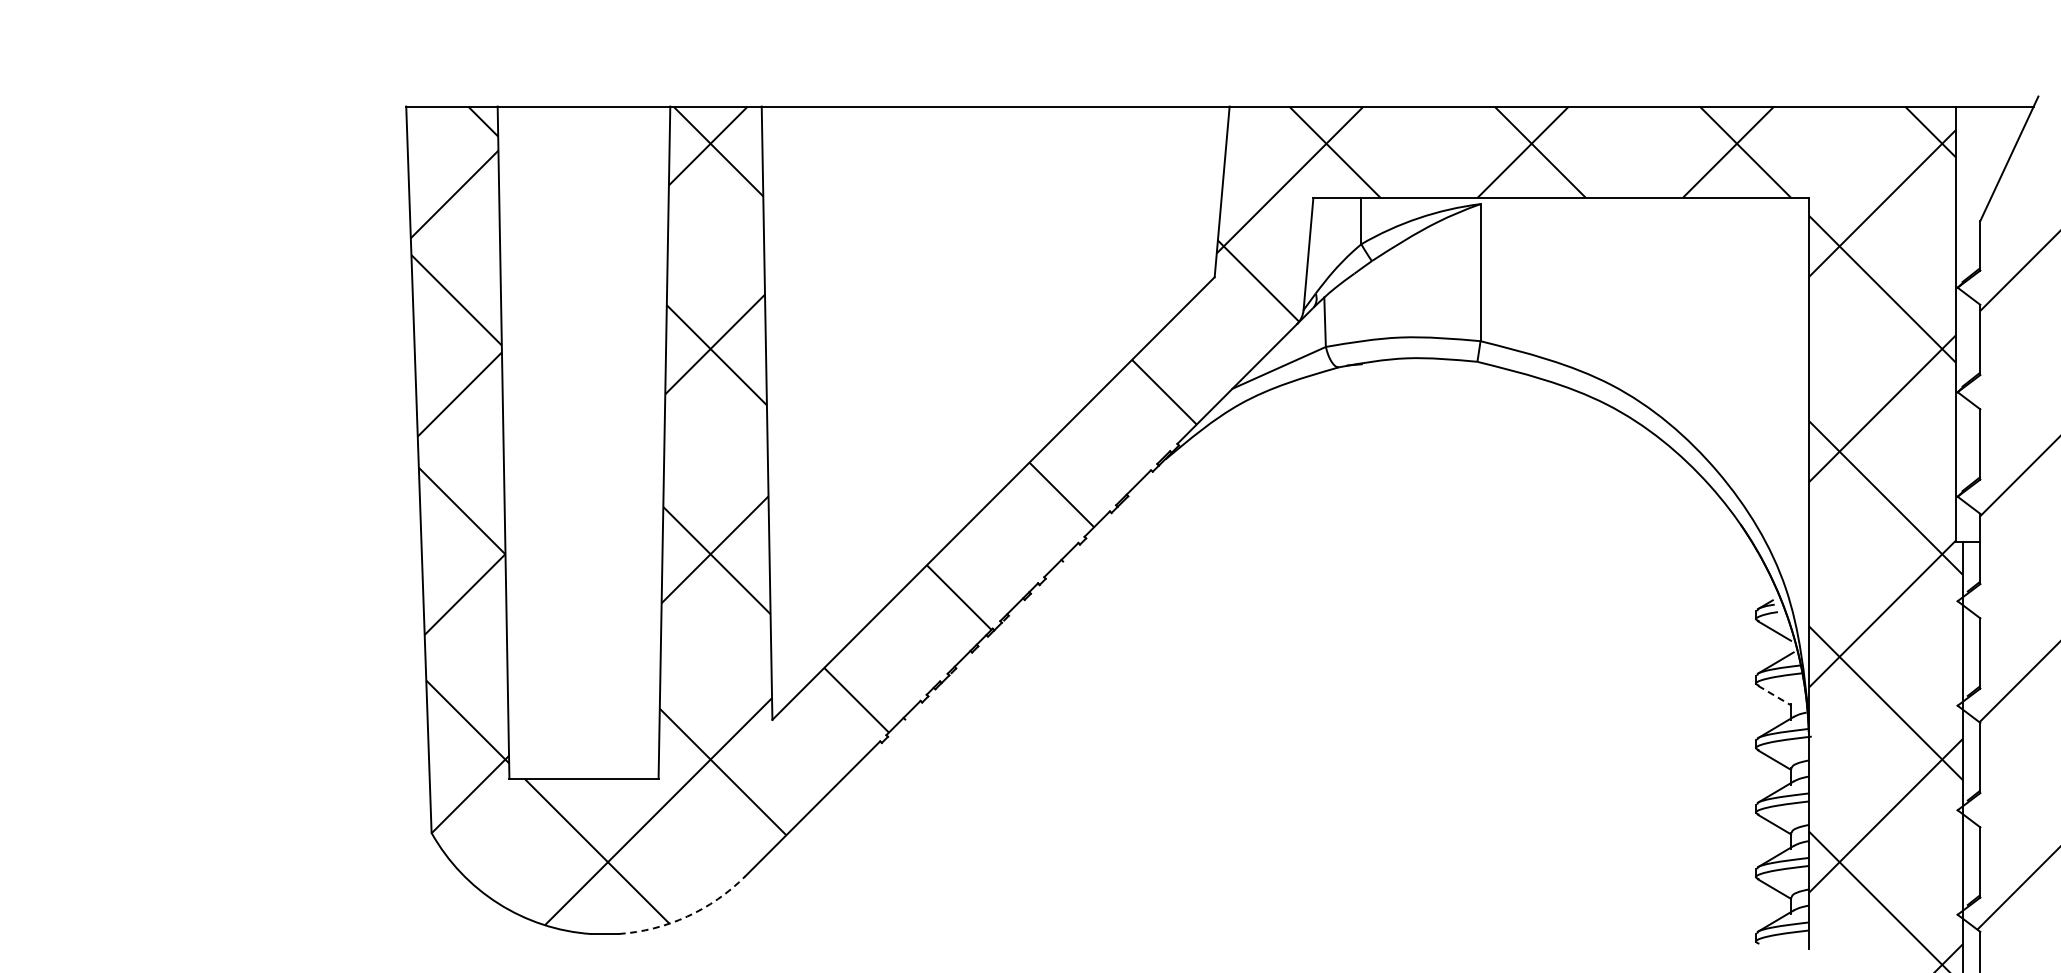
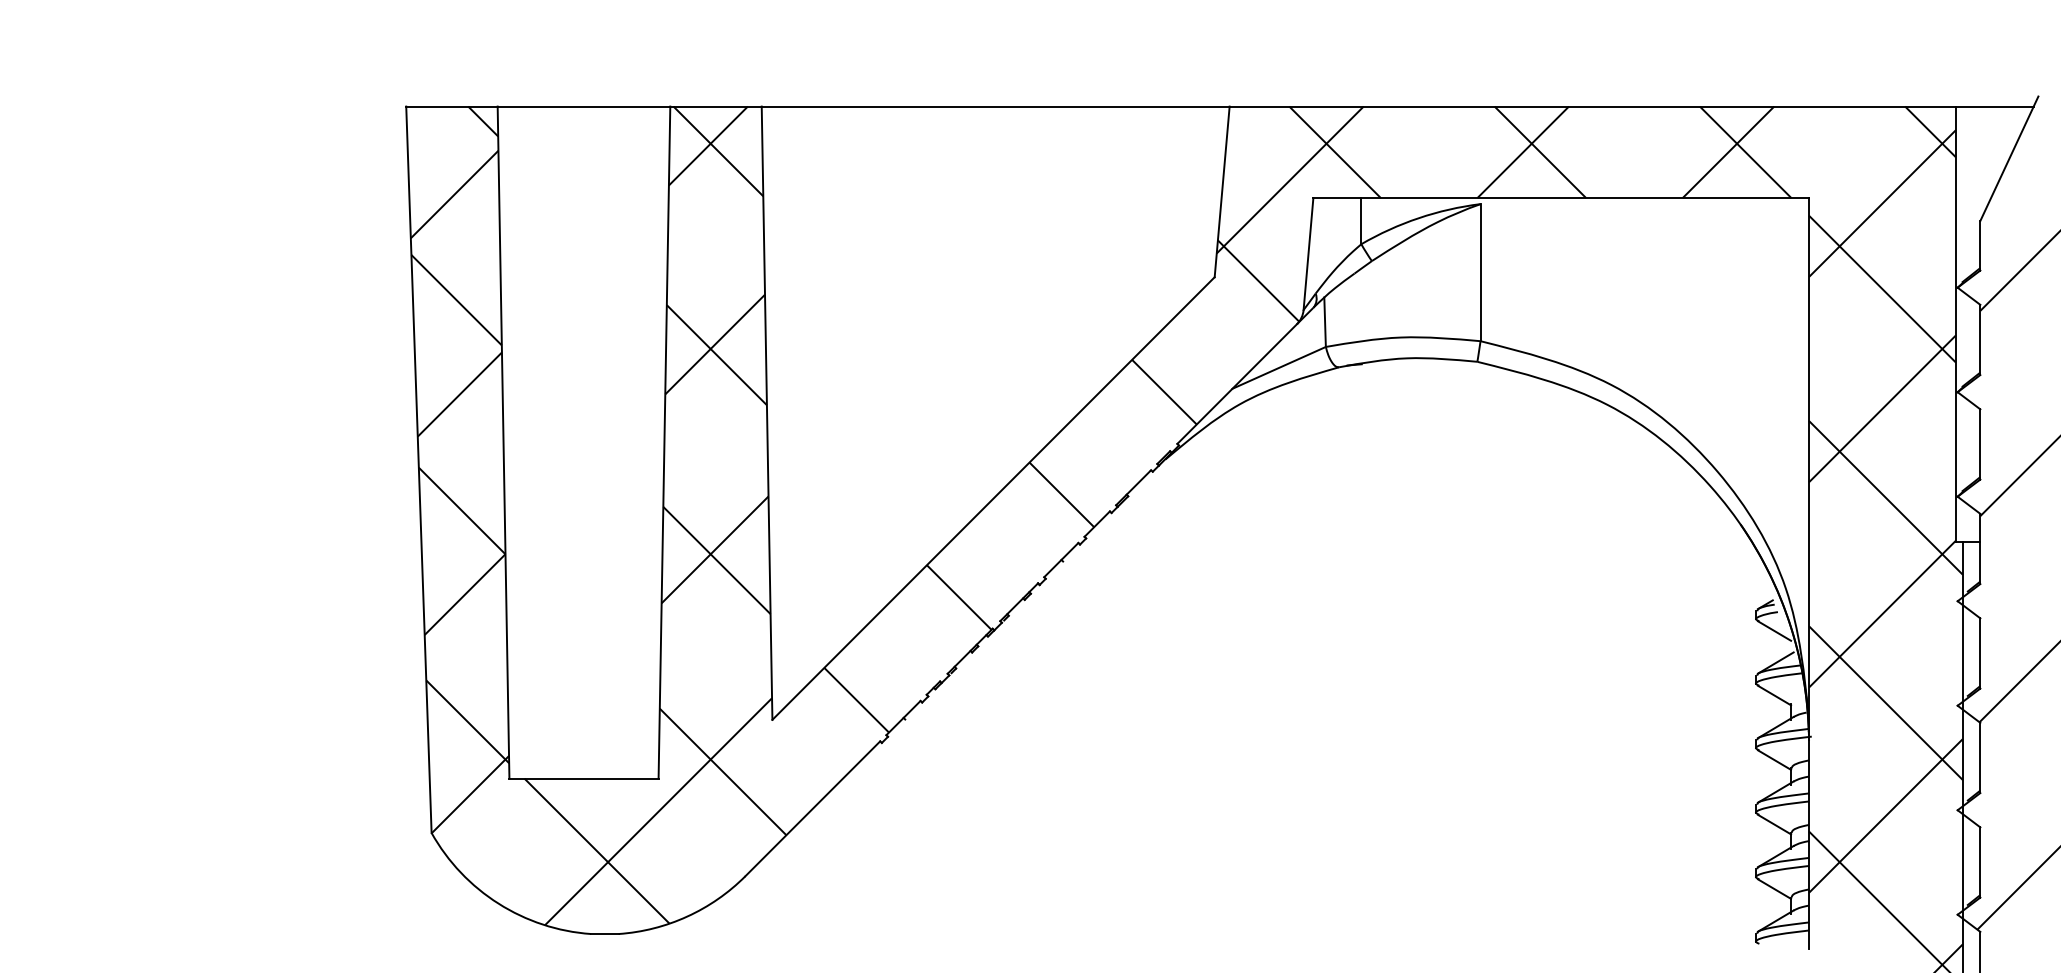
line at (1774, 695): dashed -> solid
arc at (687, 916): dashed -> solid
